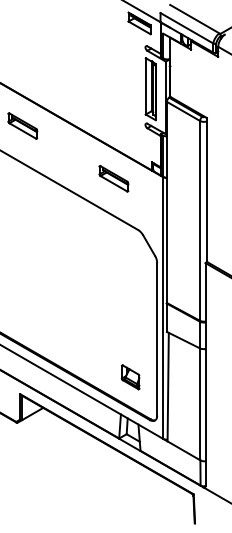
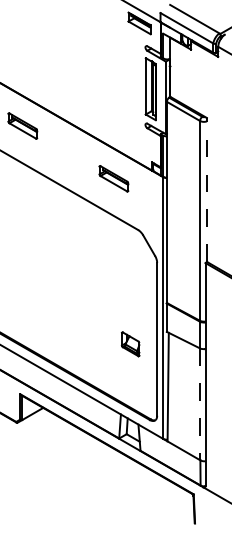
line at (206, 189): solid -> dashed
part at (130, 377) position: (130, 377) -> (130, 344)
line at (200, 404): solid -> dashed
